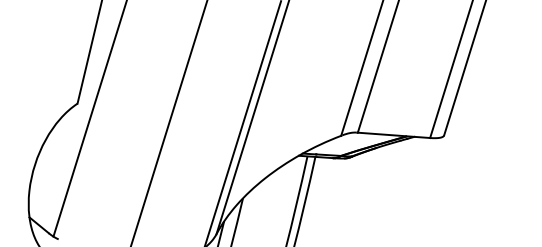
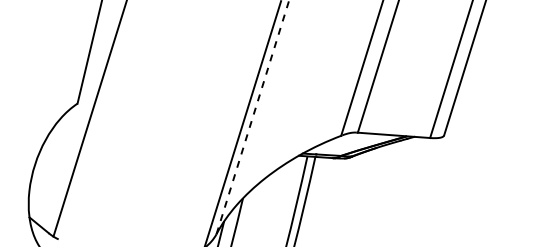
line at (253, 116): solid -> dashed
line at (168, 122): present -> none
